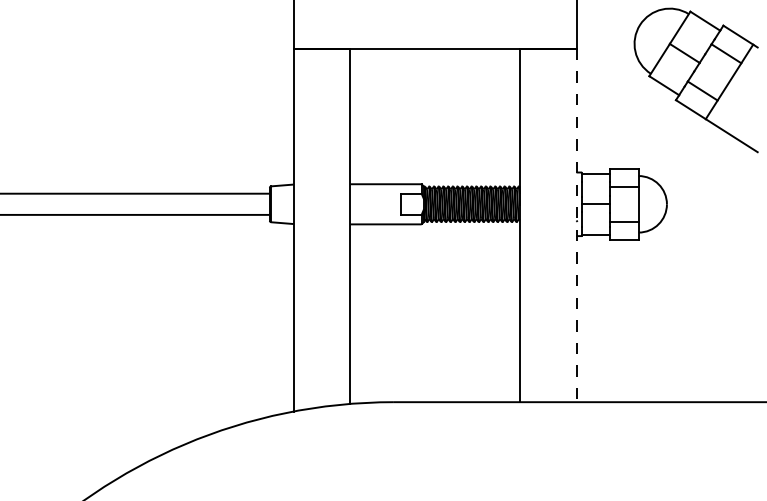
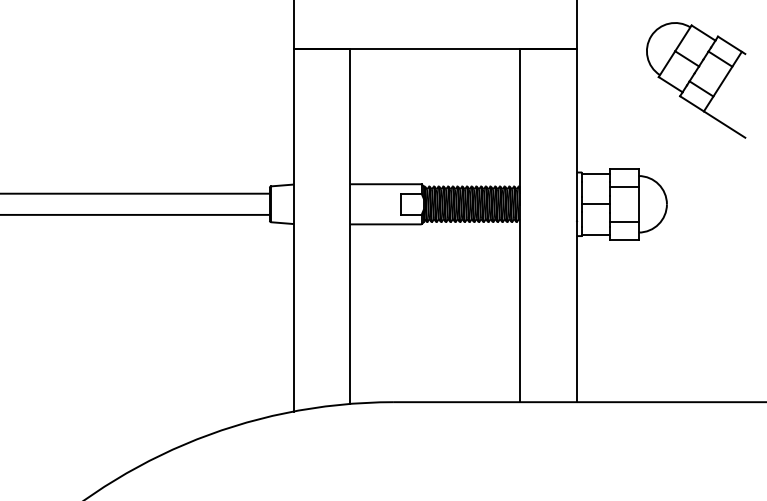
part at (695, 80) size: 126x147 px -> 101x117 px
line at (576, 225): dashed -> solid
